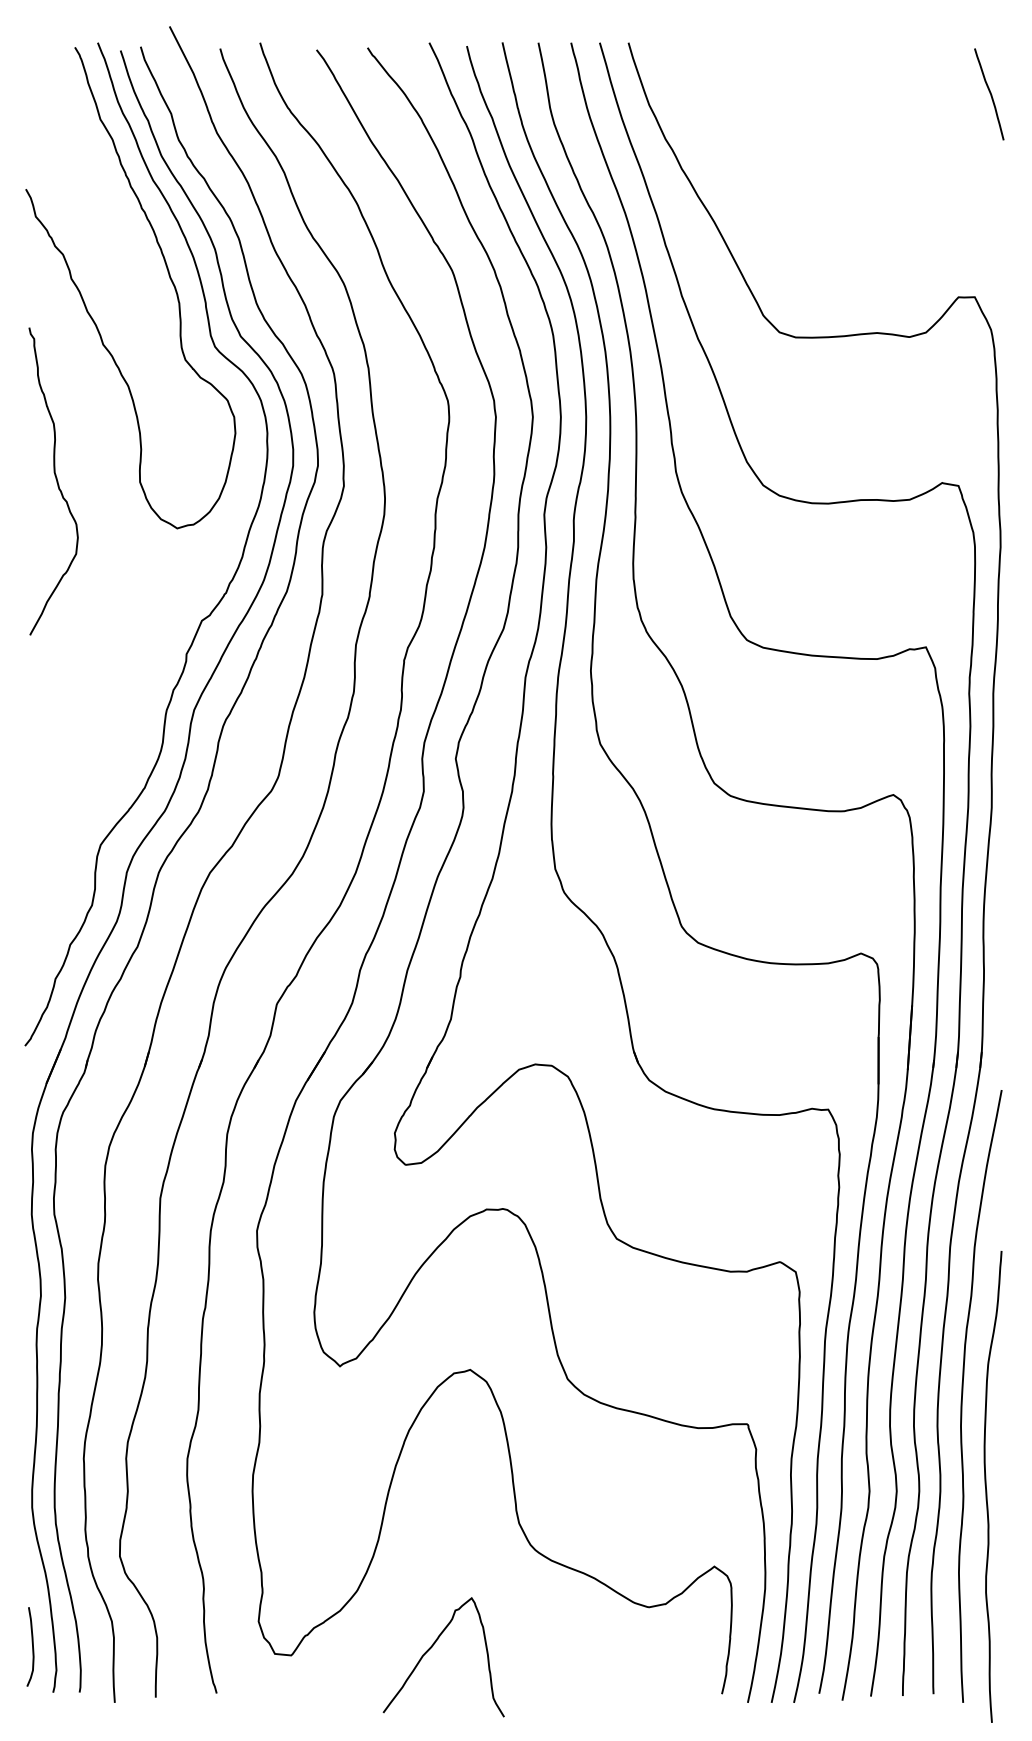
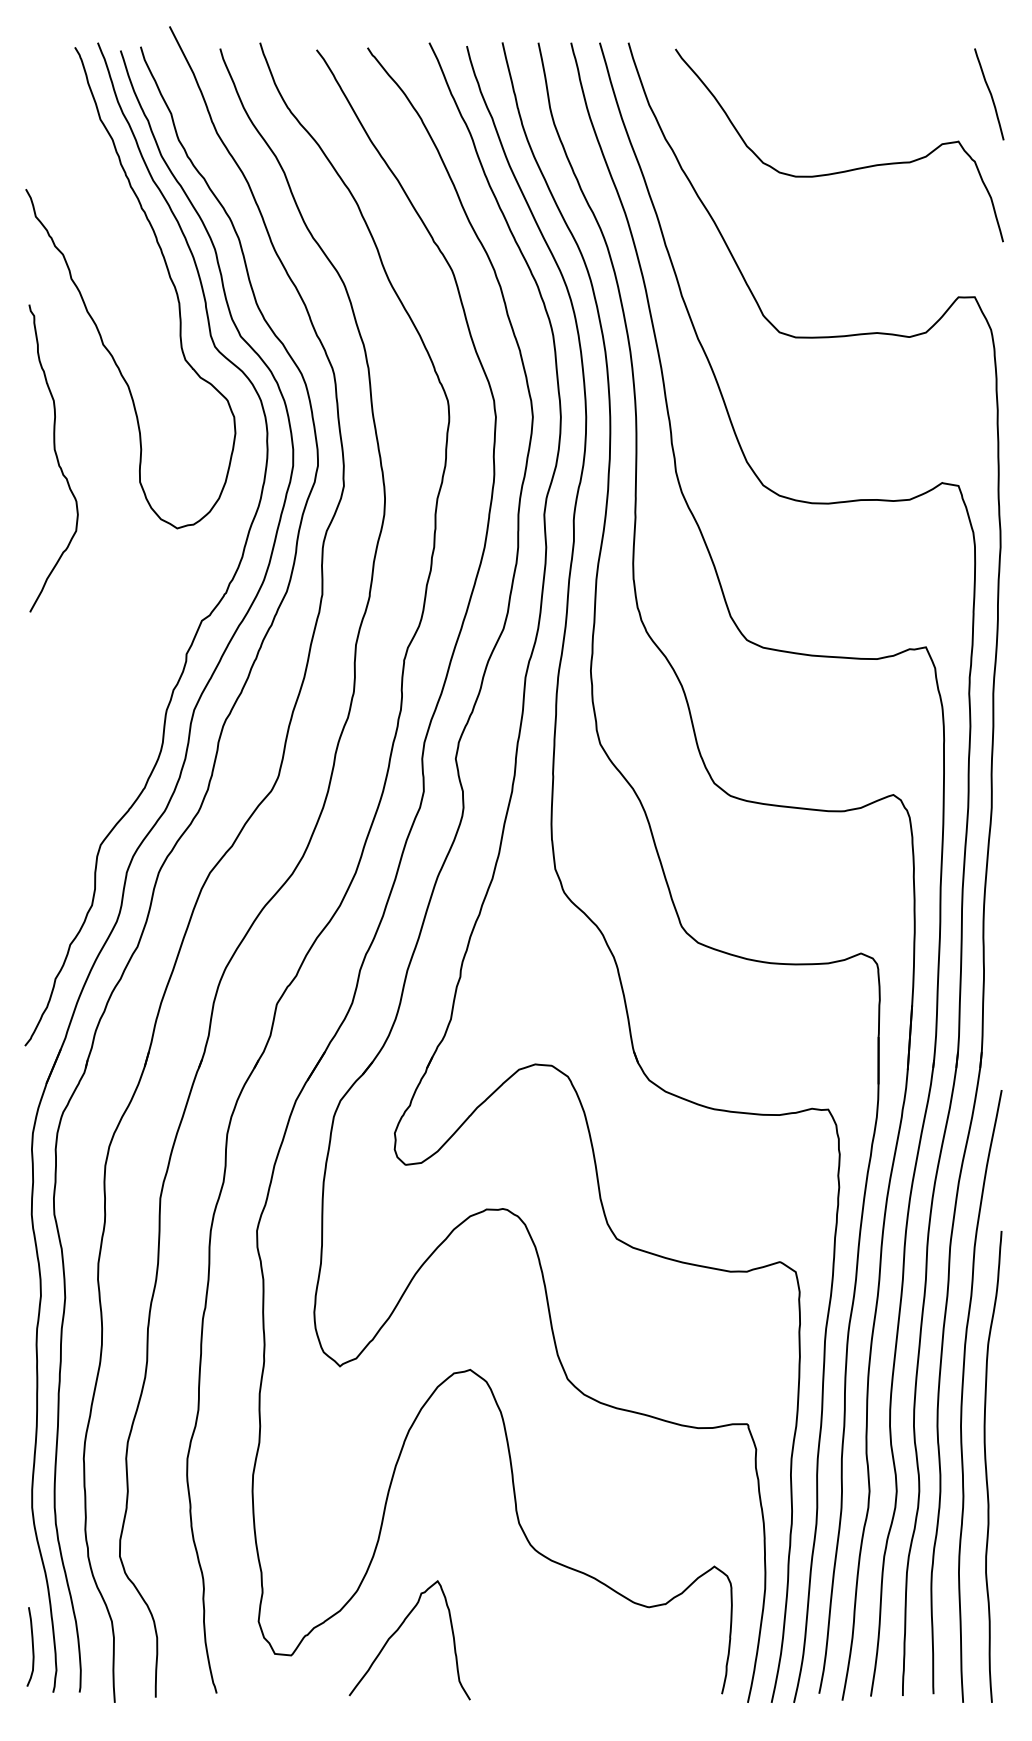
curve at (844, 170): none -> present
curve at (55, 479) position: (55, 479) -> (55, 456)
curve at (986, 1486) position: (986, 1486) -> (986, 1466)
curve at (433, 1646) position: (433, 1646) -> (399, 1629)
